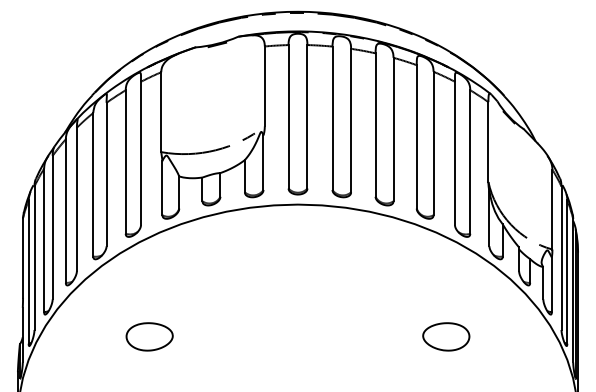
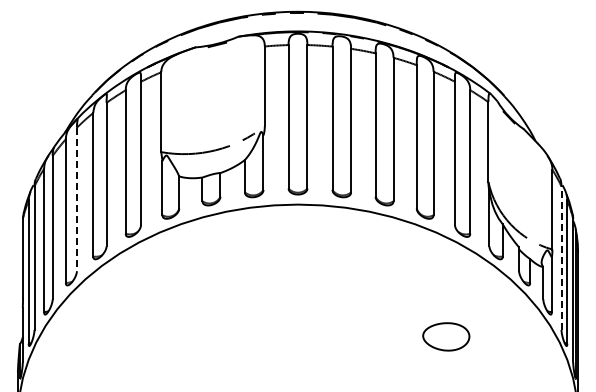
line at (76, 199): solid -> dashed
line at (561, 258): solid -> dashed
part at (149, 336): present -> none
